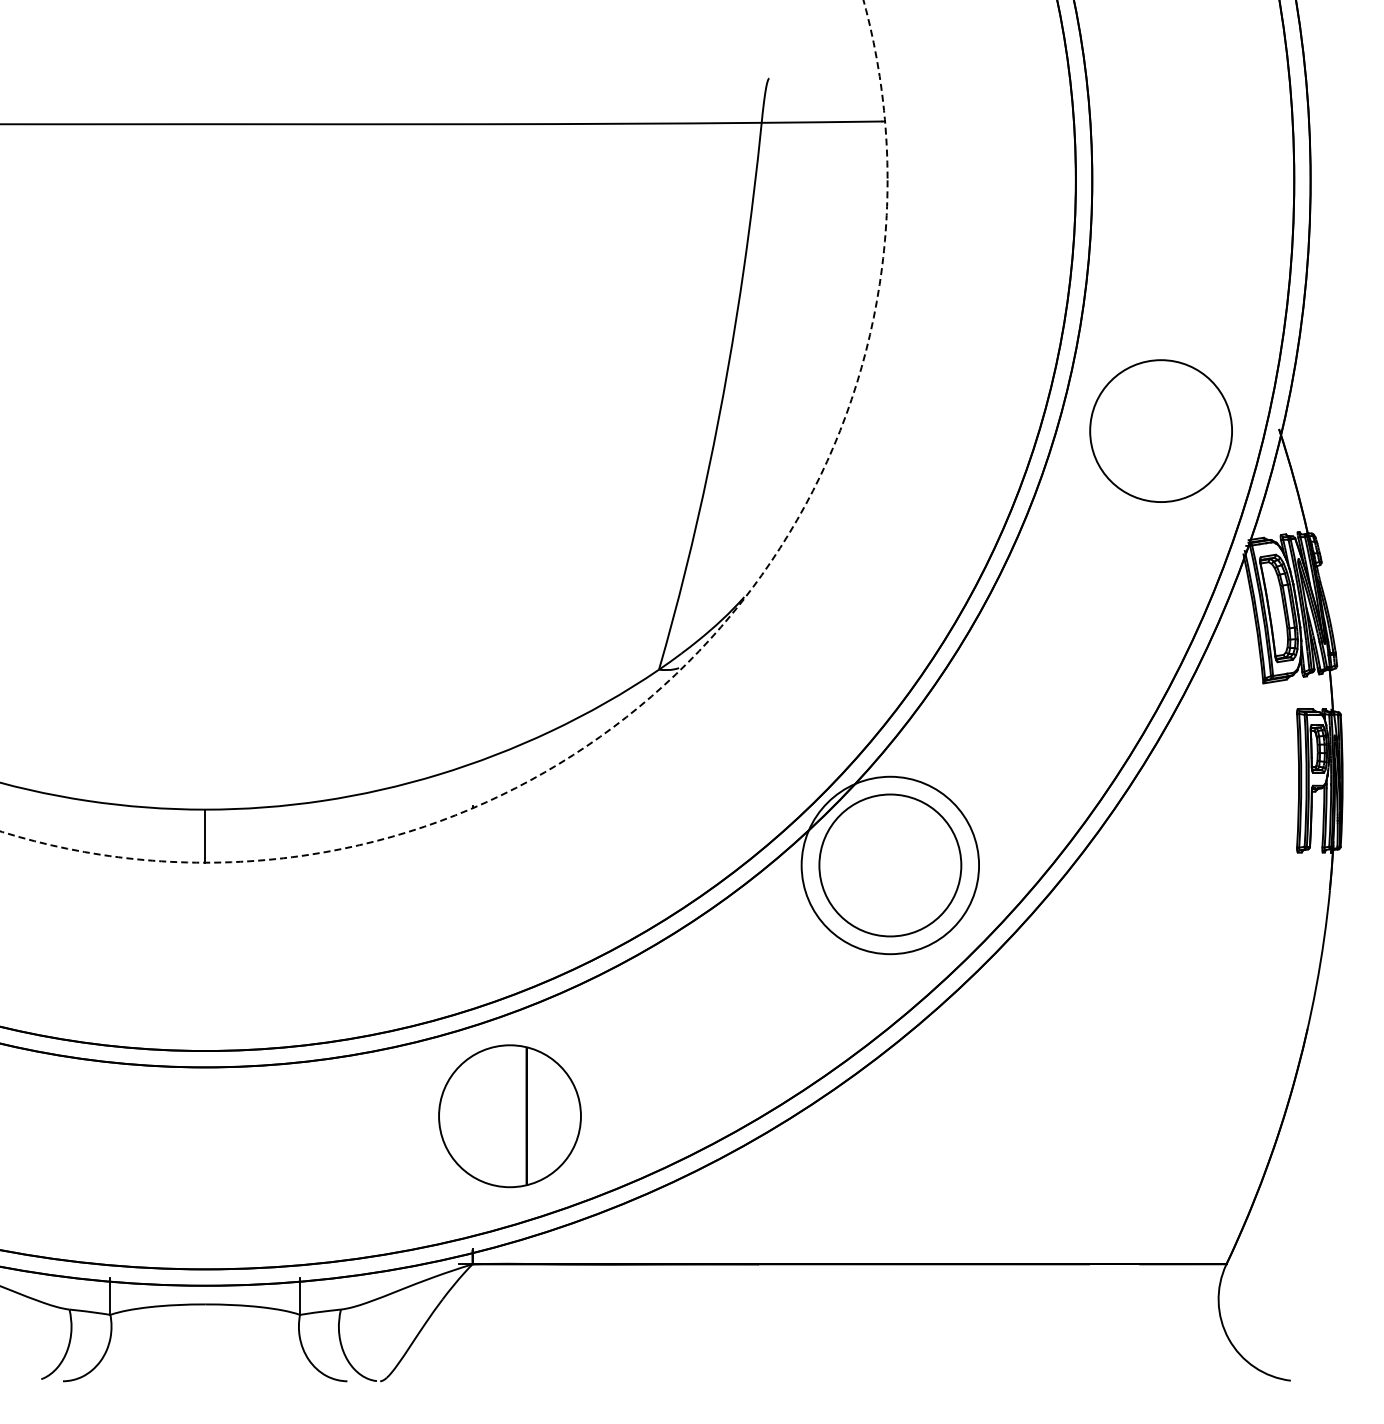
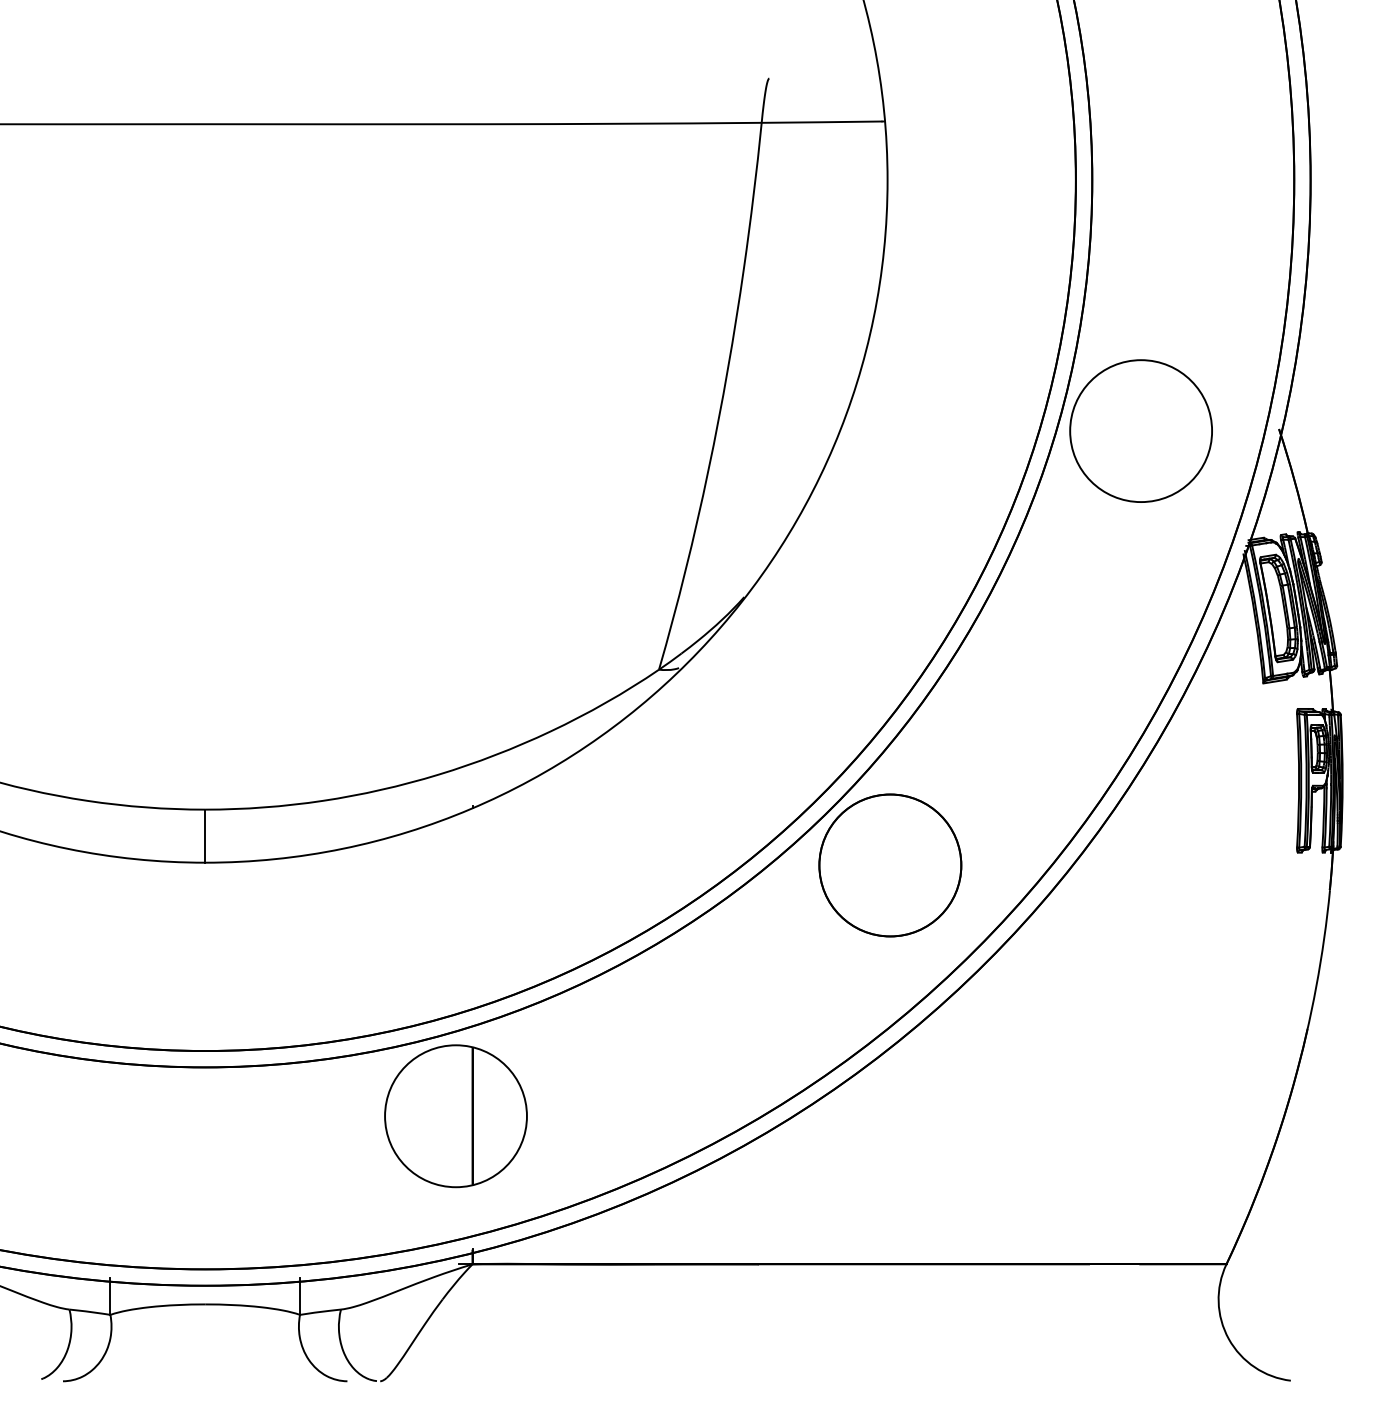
circle at (1160, 430) position: (1160, 430) -> (1140, 430)
circle at (443, 431): dashed -> solid
circle at (890, 865) diameter: 177 px -> 142 px
part at (509, 1116) position: (509, 1116) -> (455, 1116)
